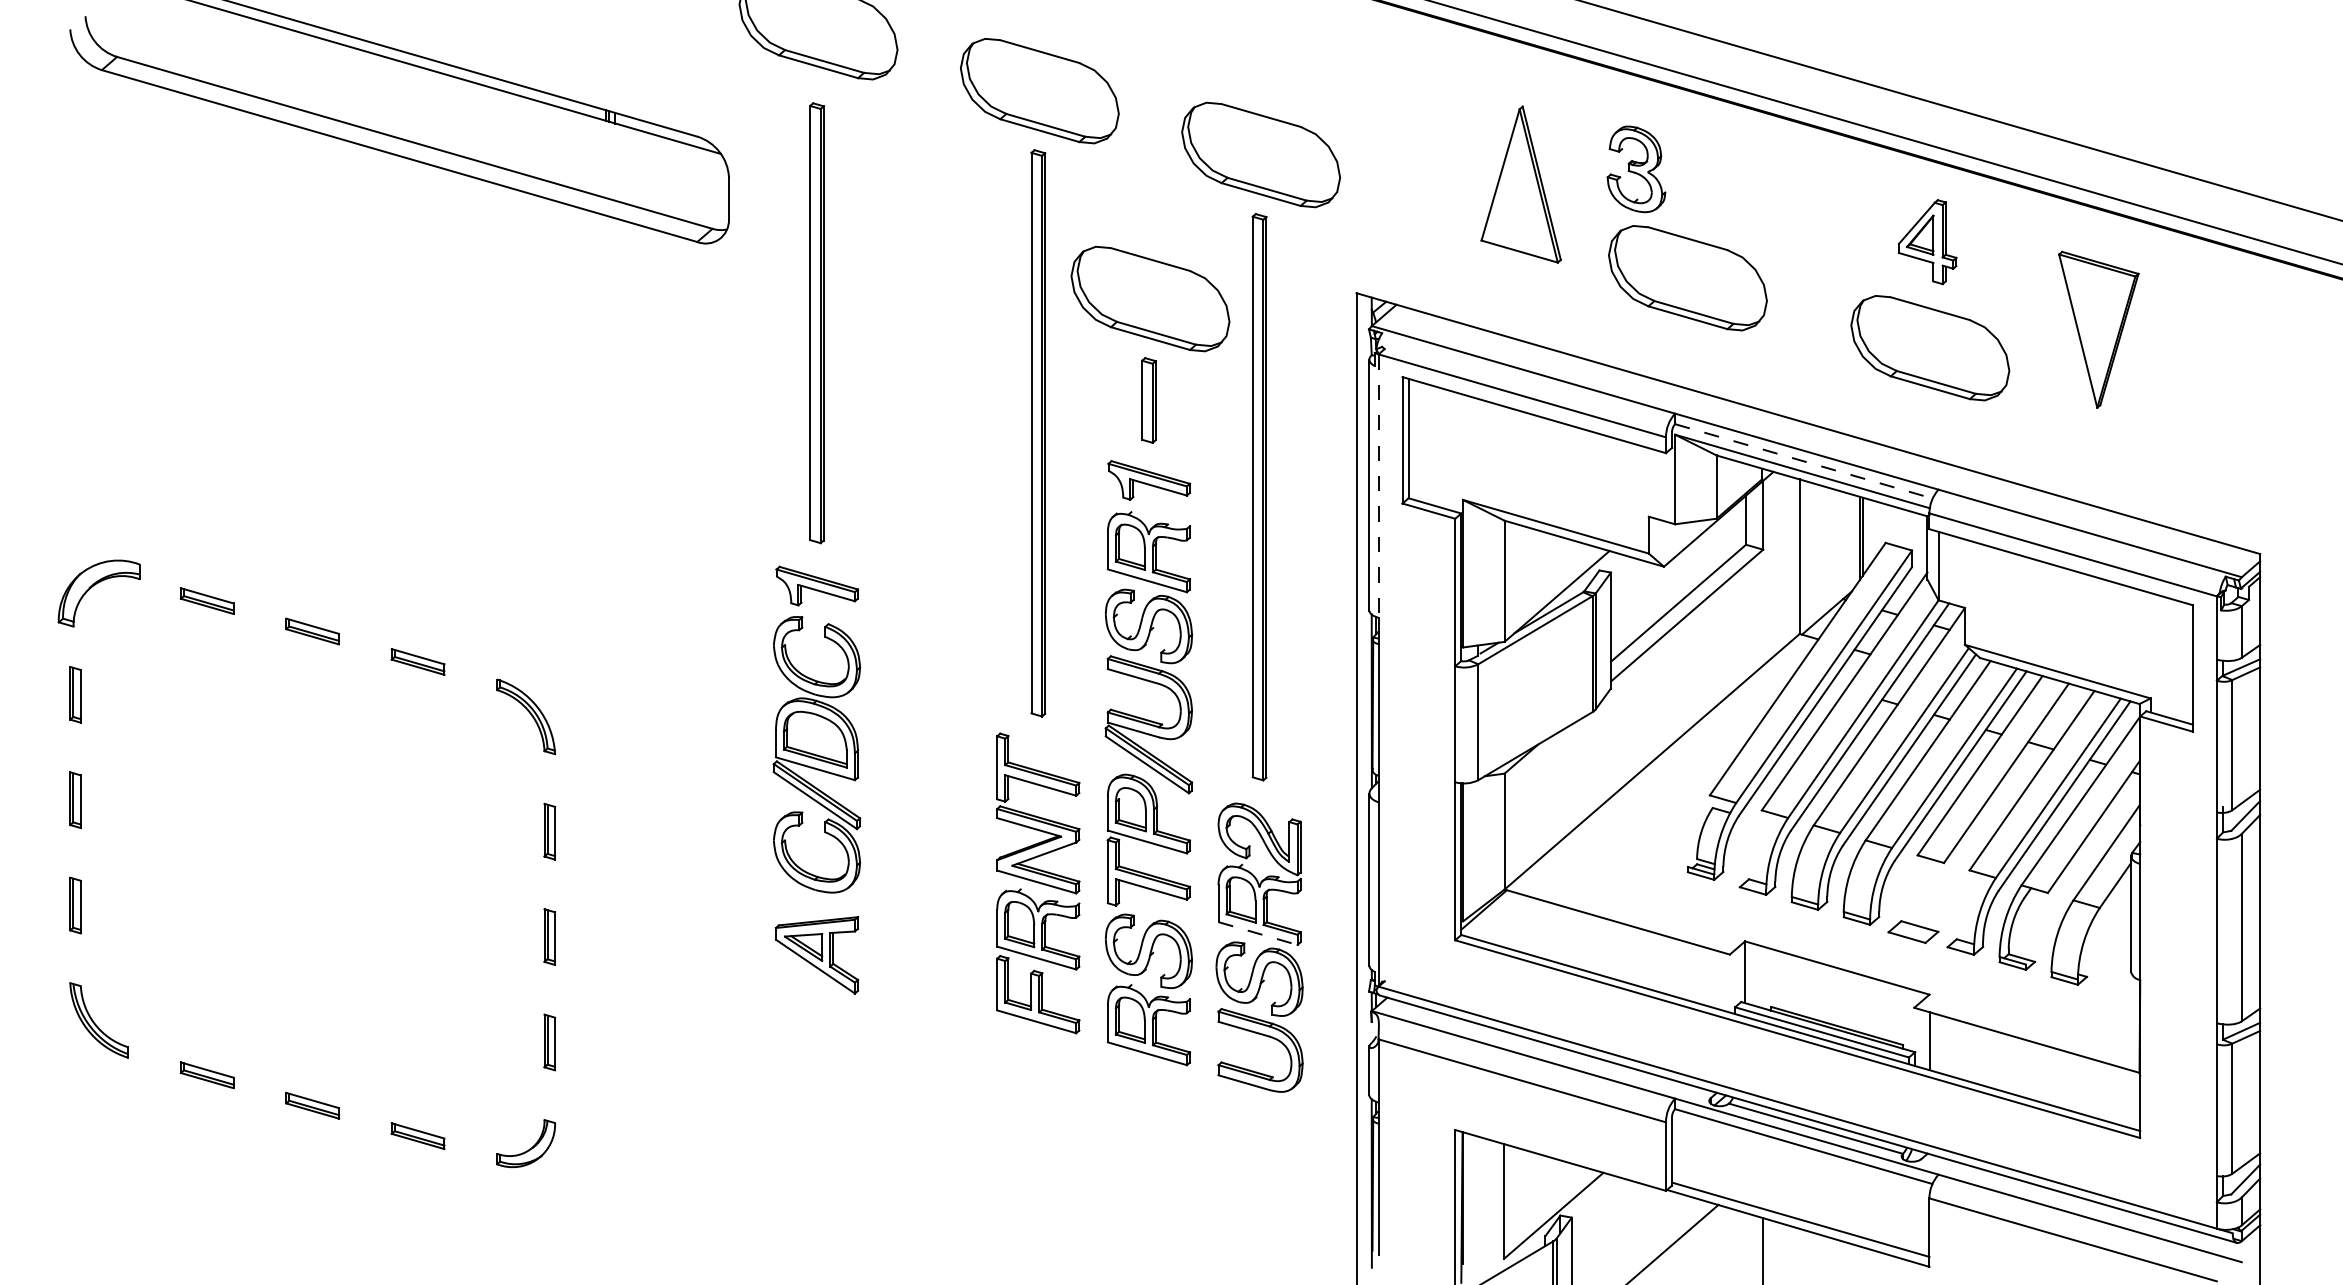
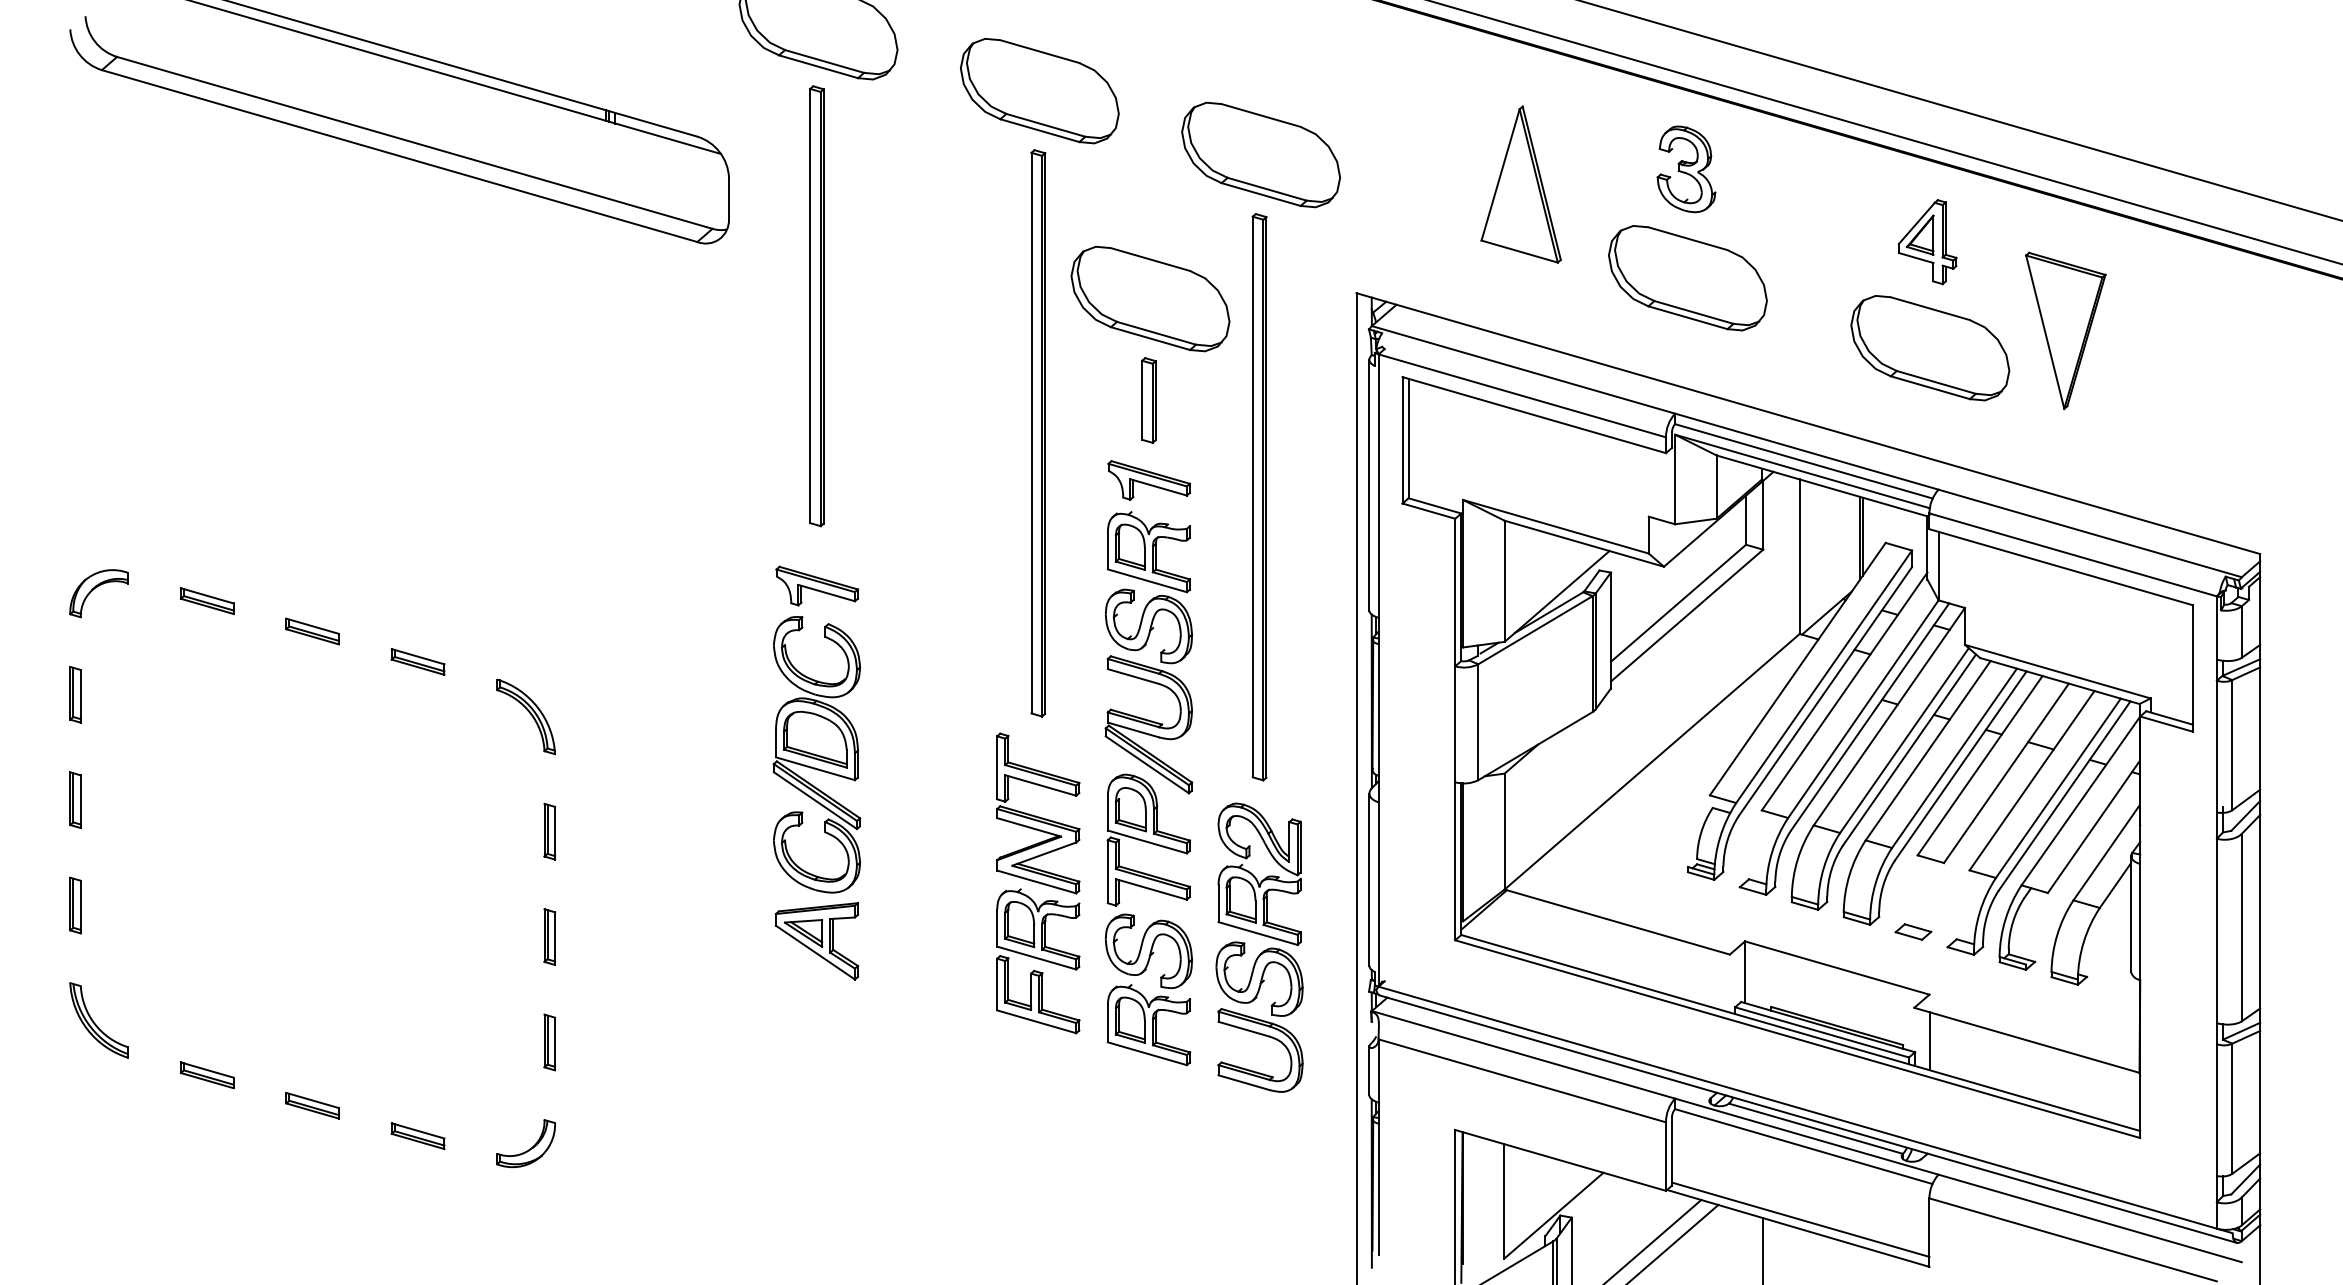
part at (1636, 169) position: (1636, 169) -> (1686, 169)
part at (816, 323) position: (816, 323) -> (816, 306)
part at (2098, 329) position: (2098, 329) -> (2065, 330)
line at (1804, 461): dashed -> solid
line at (1378, 486): dashed -> solid
part at (98, 593) size: 84x69 px -> 60x50 px
part at (1913, 931) size: 53x24 px -> 39x18 px
line at (1258, 933): dashed -> solid
part at (816, 955) position: (816, 955) -> (816, 941)
line at (1653, 1240): none -> present
